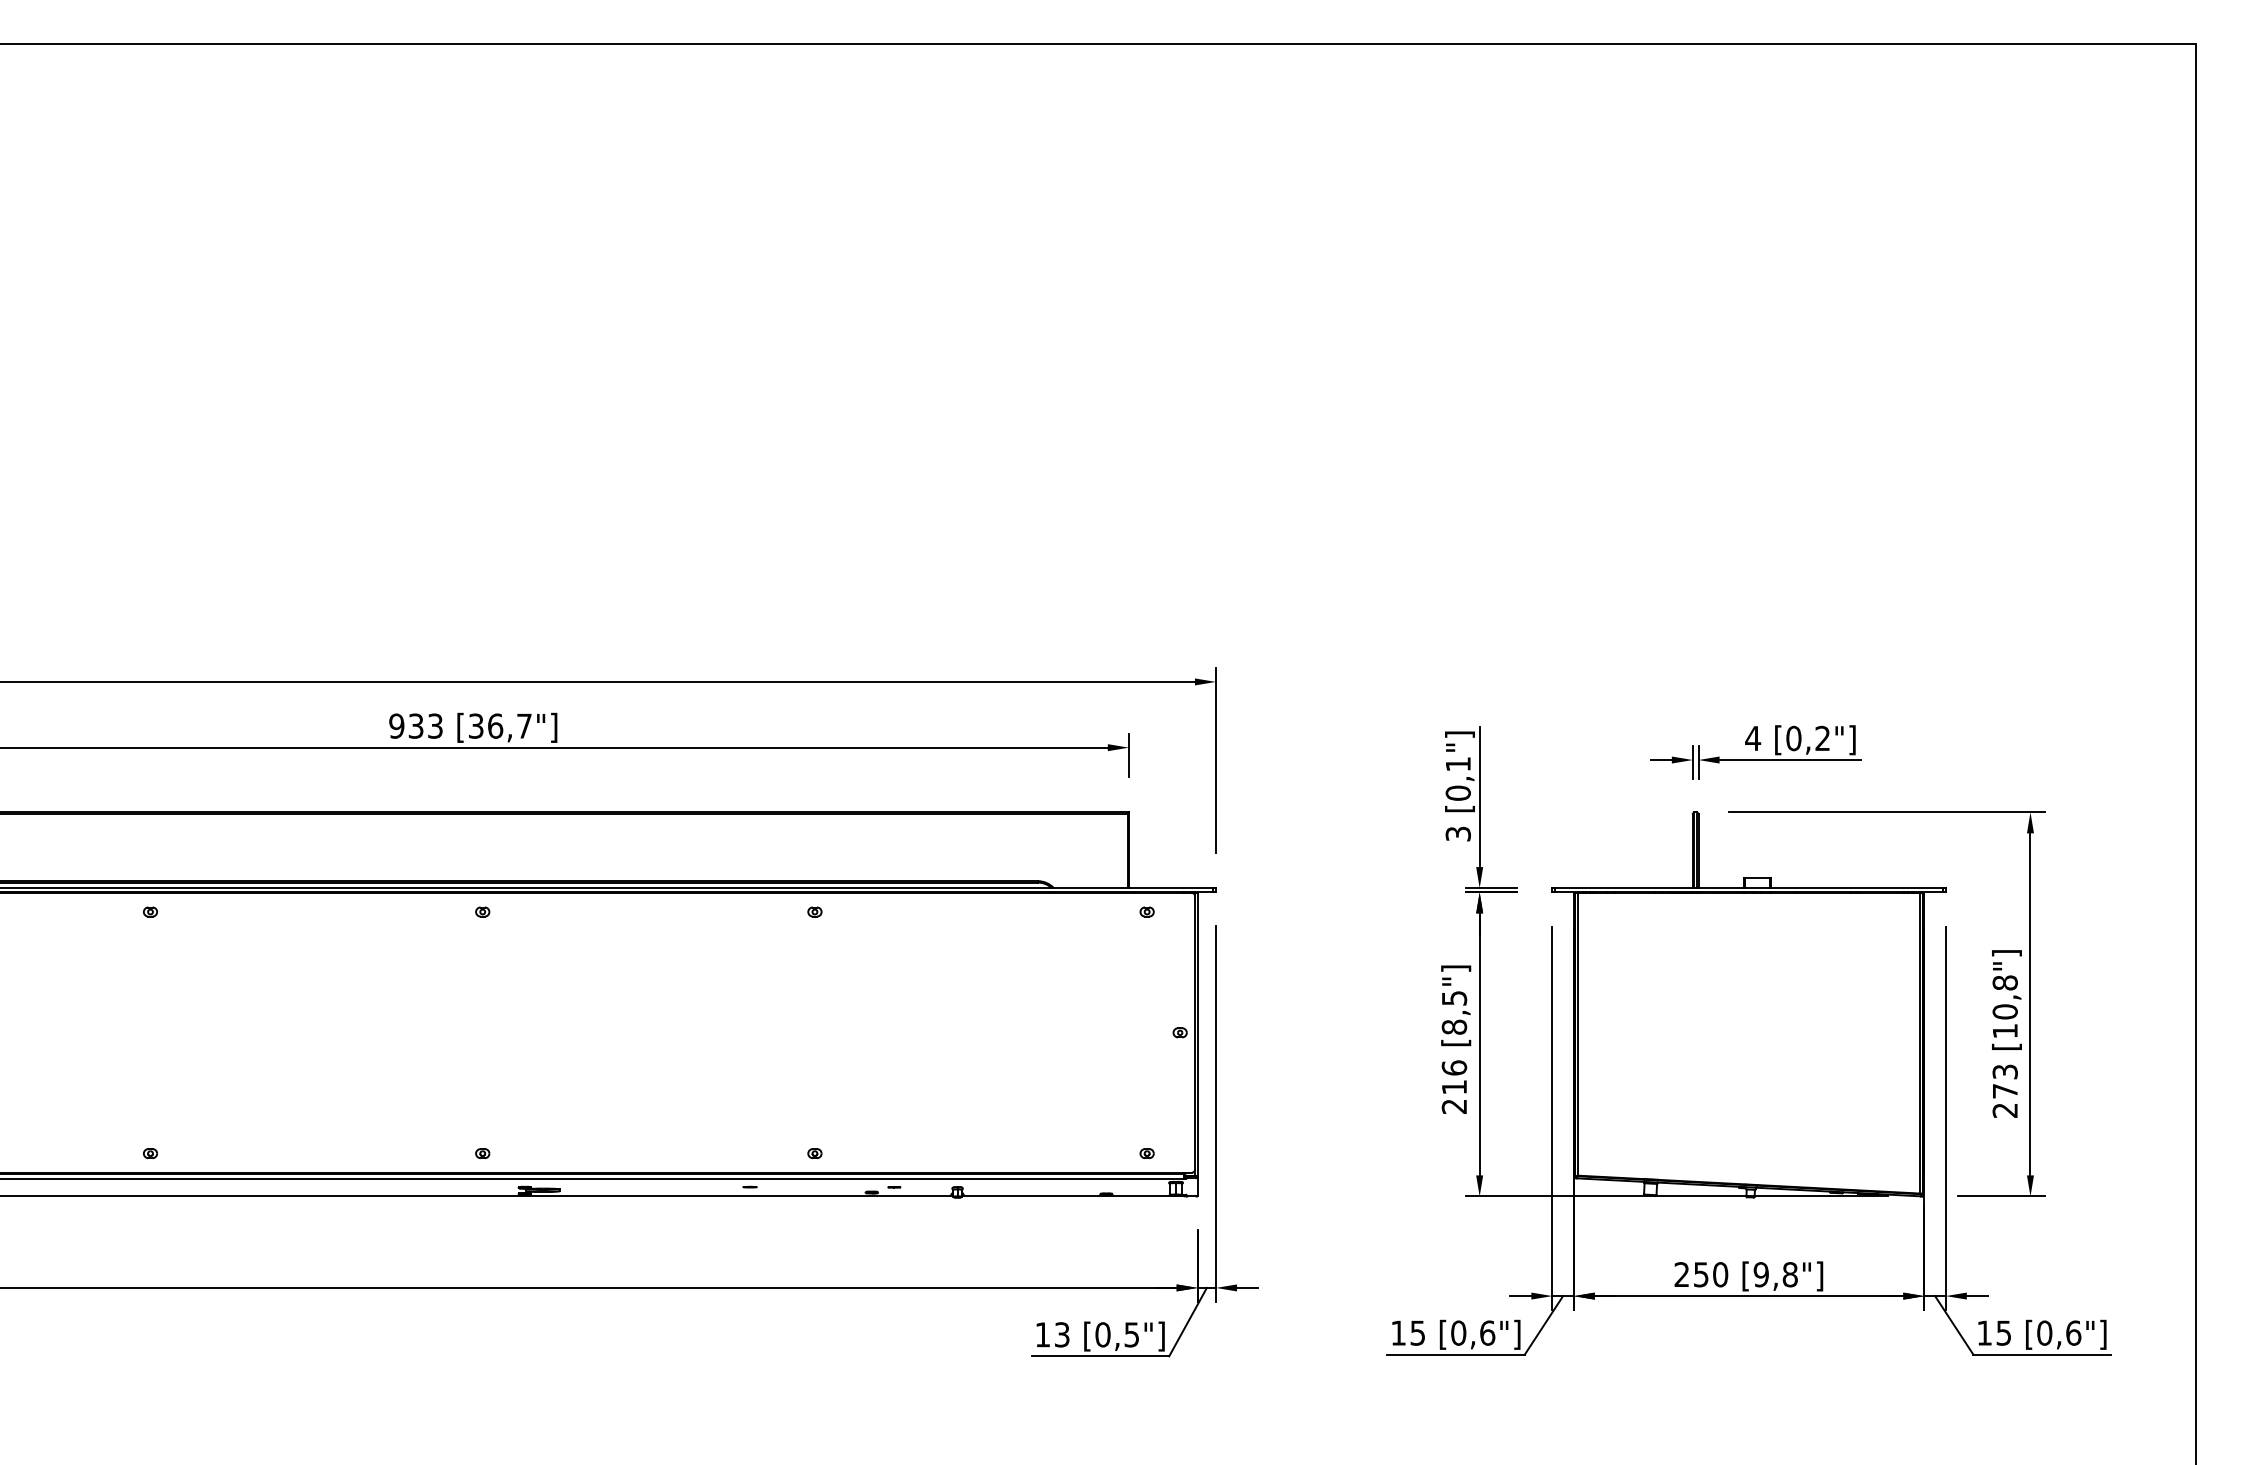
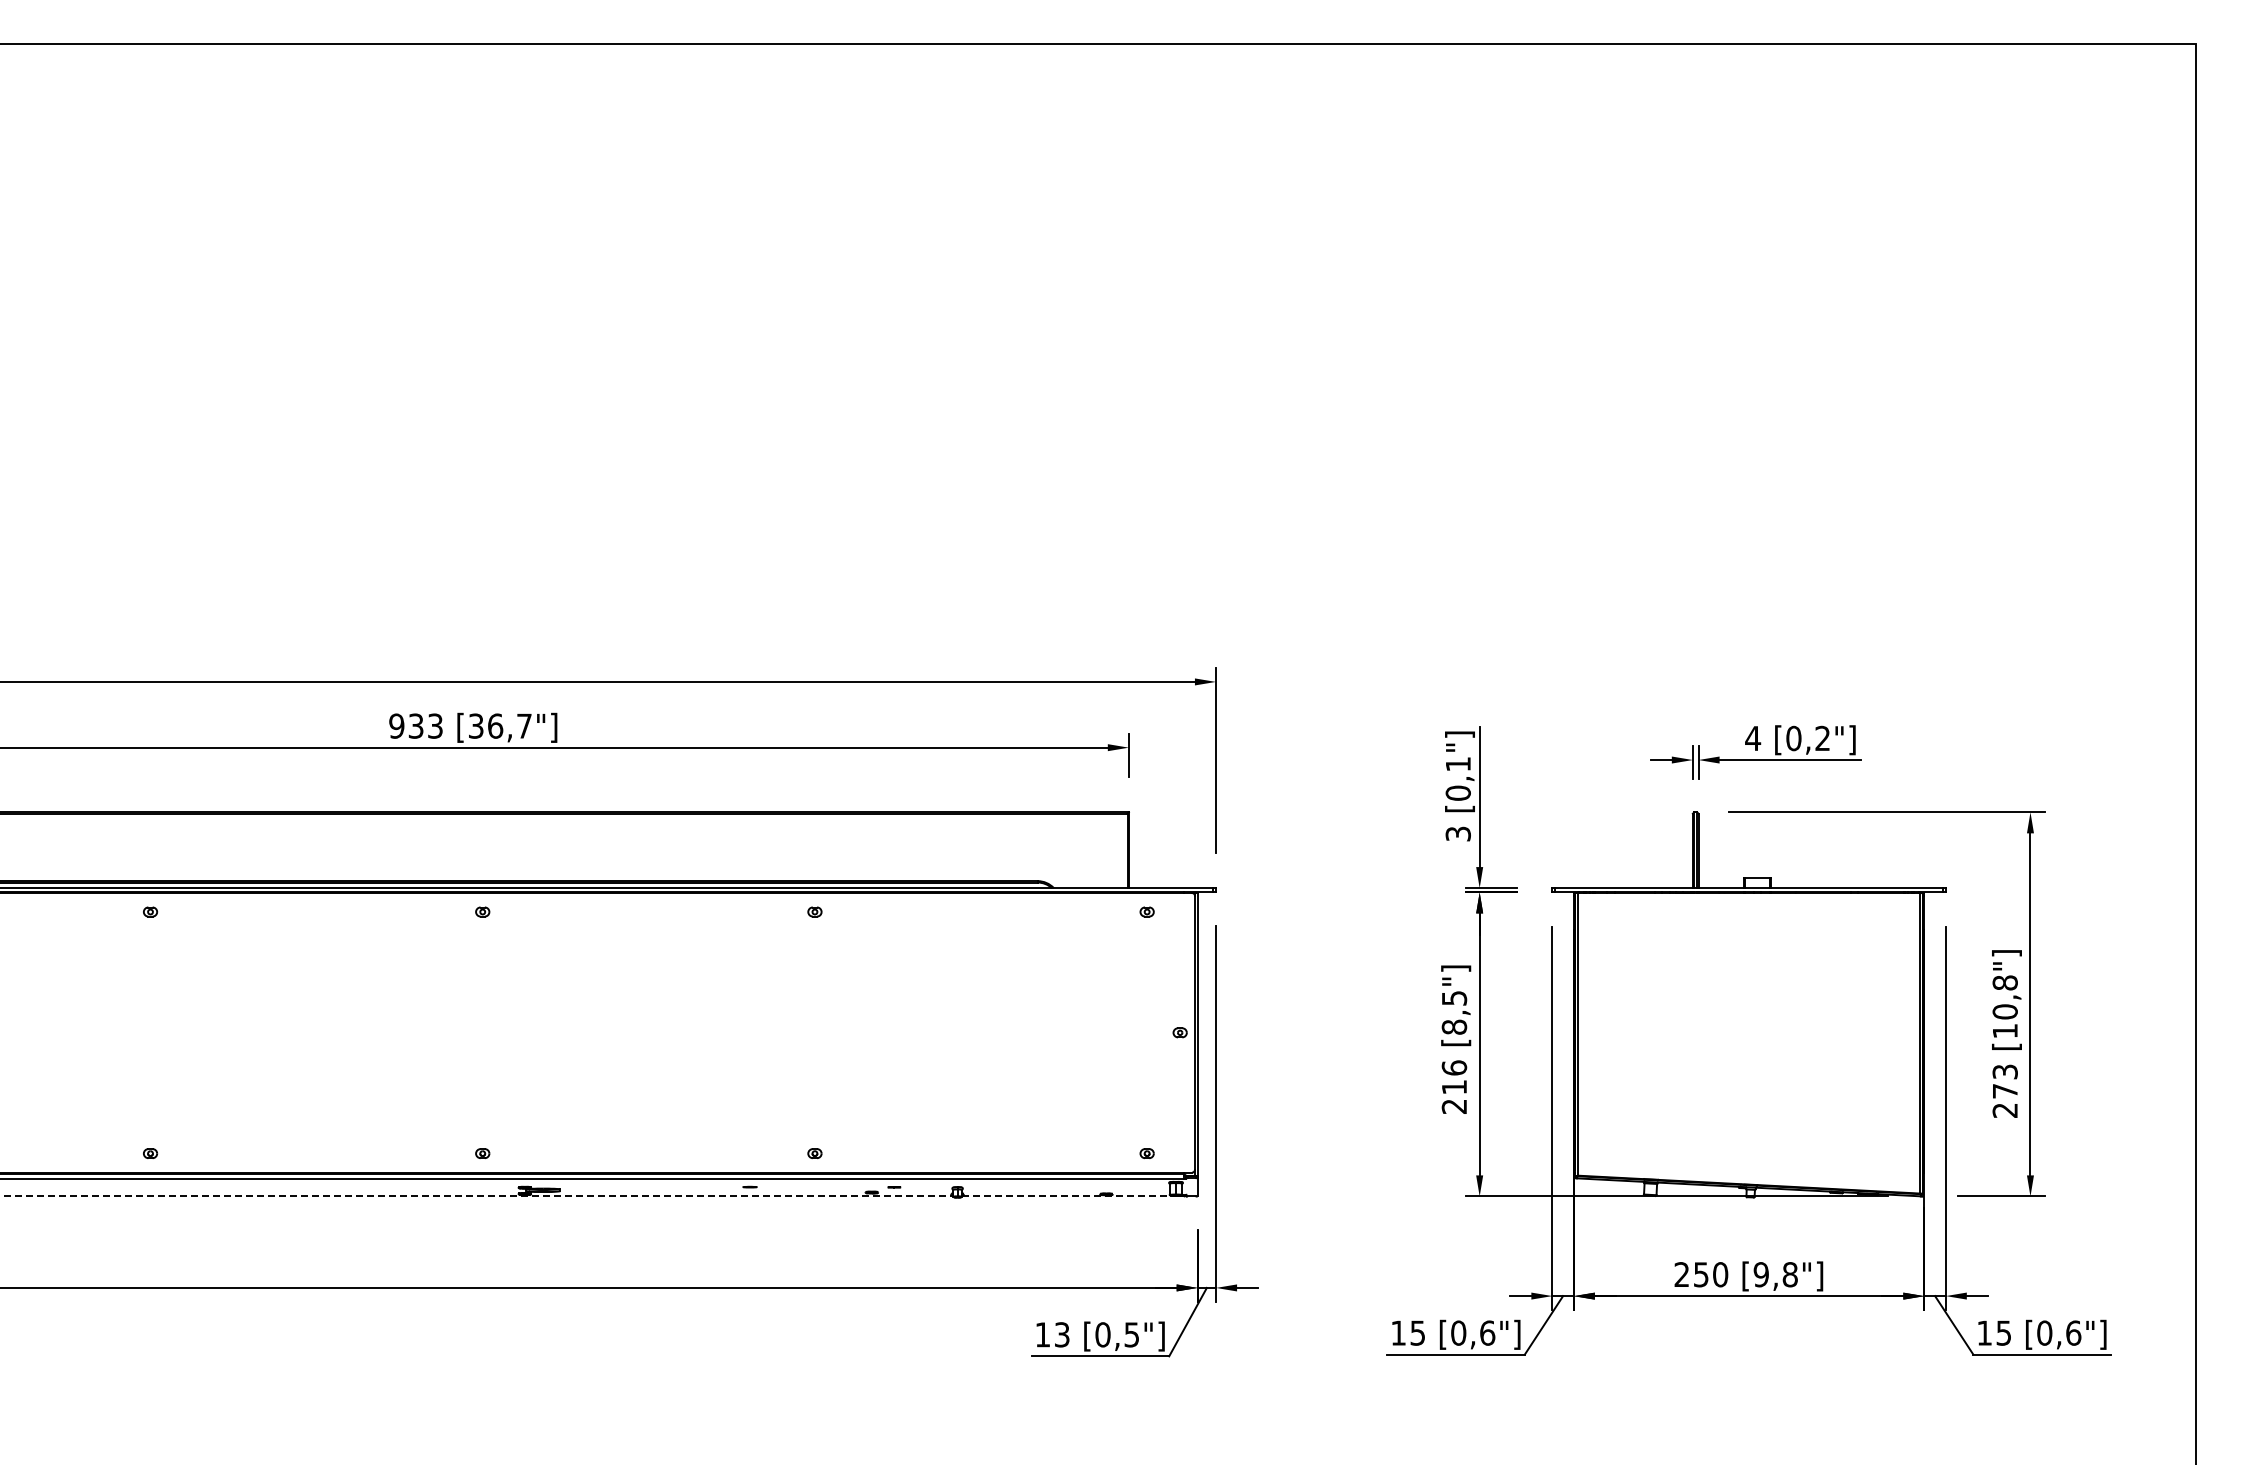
line at (477, 1196): solid -> dashed
line at (1072, 1196): solid -> dashed
